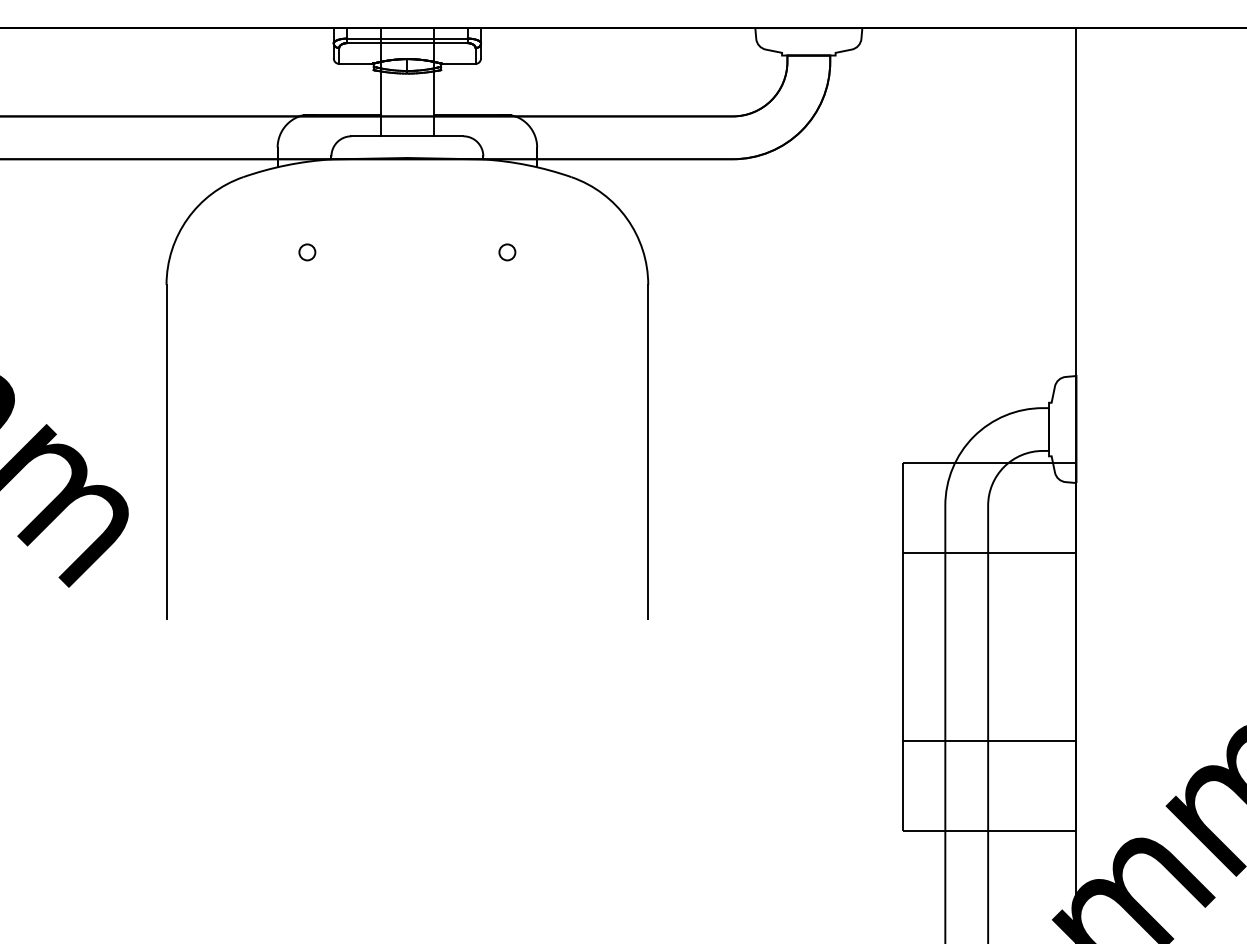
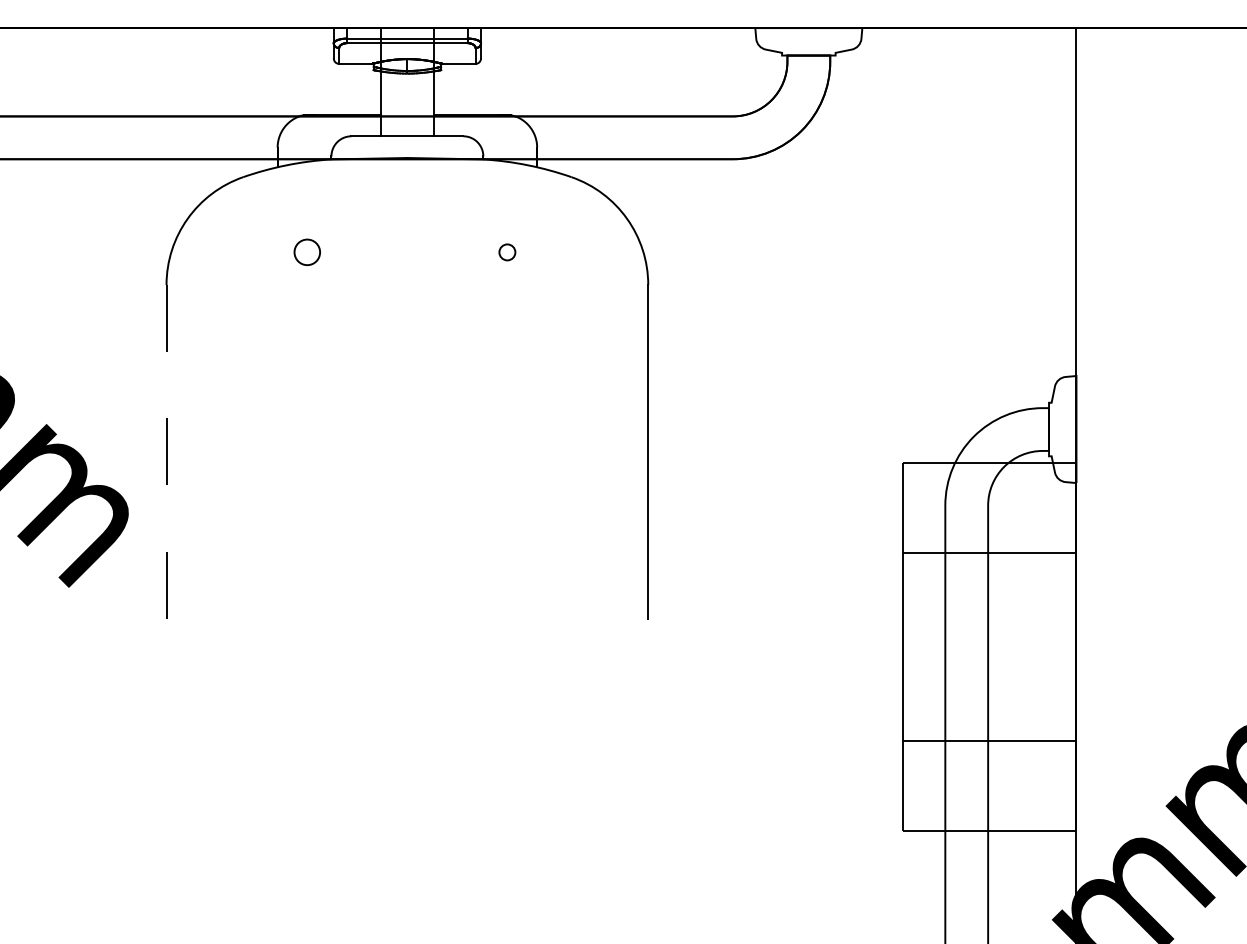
circle at (307, 252) size: 19x19 px -> 28x28 px
line at (166, 451): solid -> dashed
